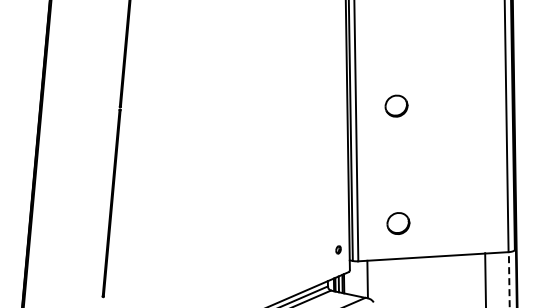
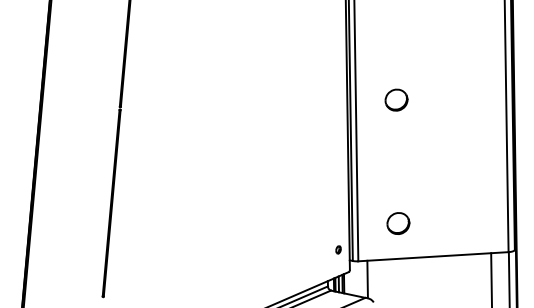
part at (396, 105) position: (396, 105) -> (396, 99)
line at (485, 278) position: (485, 278) -> (491, 278)
line at (509, 279): dashed -> solid
